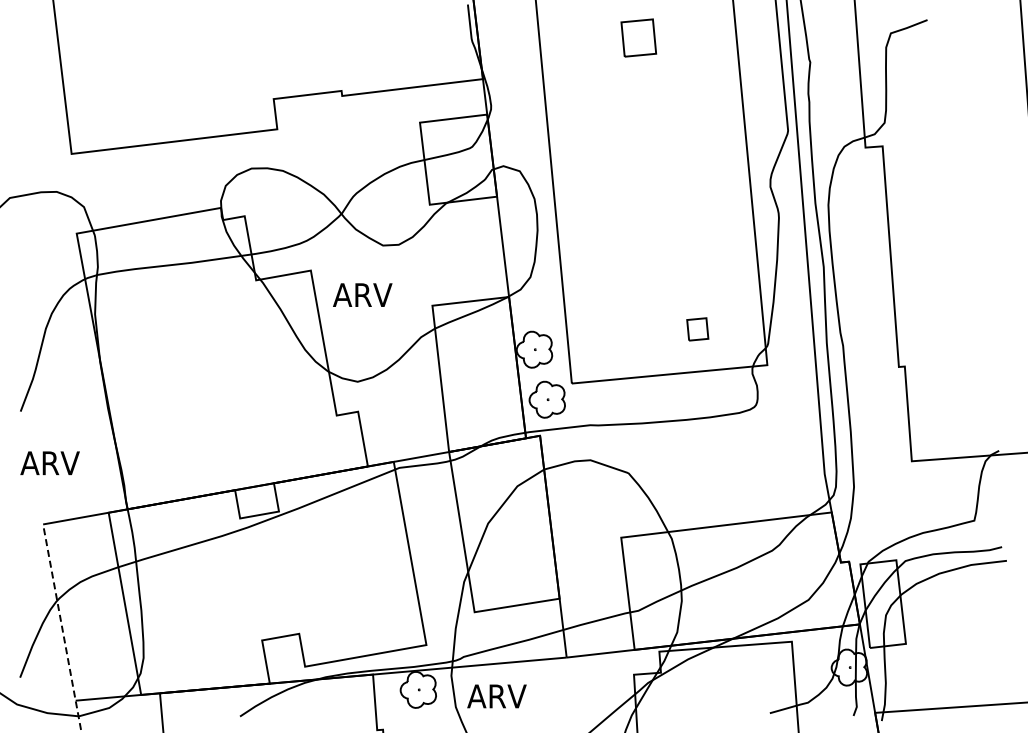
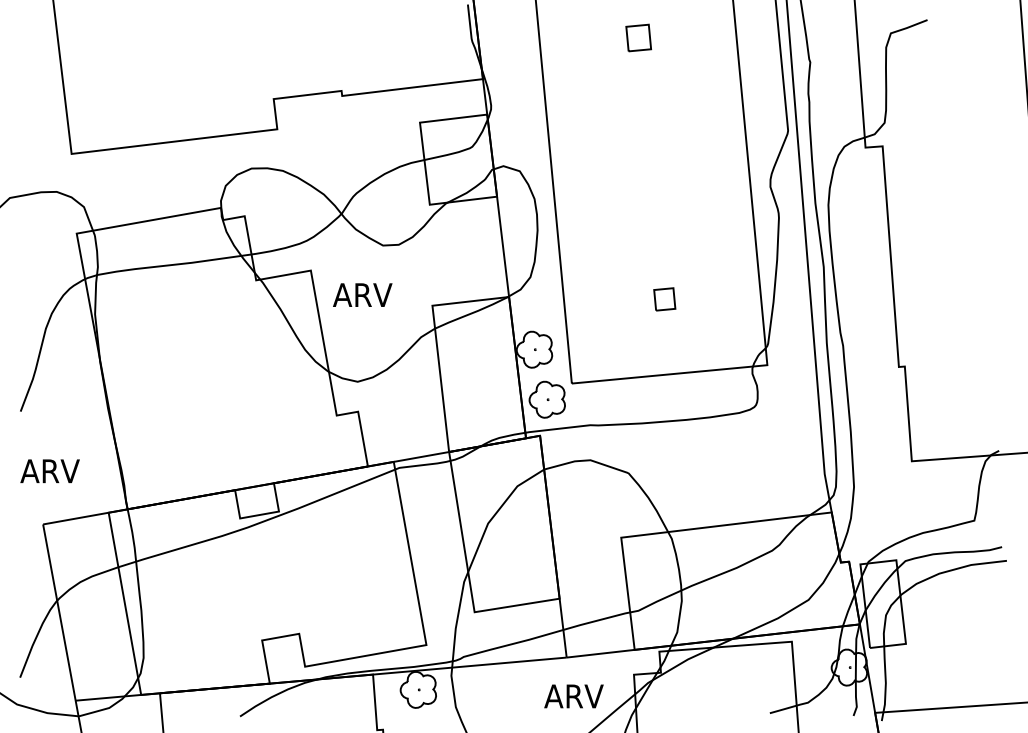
part at (638, 37) size: 38x40 px -> 27x30 px
part at (697, 329) position: (697, 329) -> (664, 299)
text at (49, 463) position: (49, 463) -> (49, 471)
line at (62, 628): dashed -> solid
text at (496, 696) position: (496, 696) -> (573, 696)
